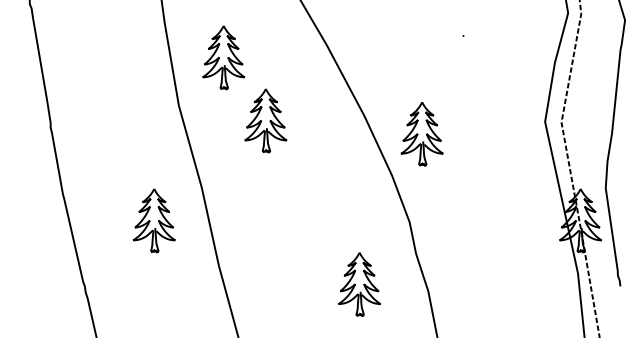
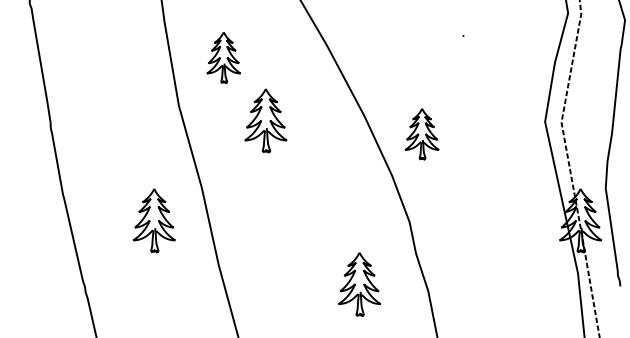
part at (223, 57) size: 44x66 px -> 35x53 px
part at (421, 134) size: 44x65 px -> 36x53 px
